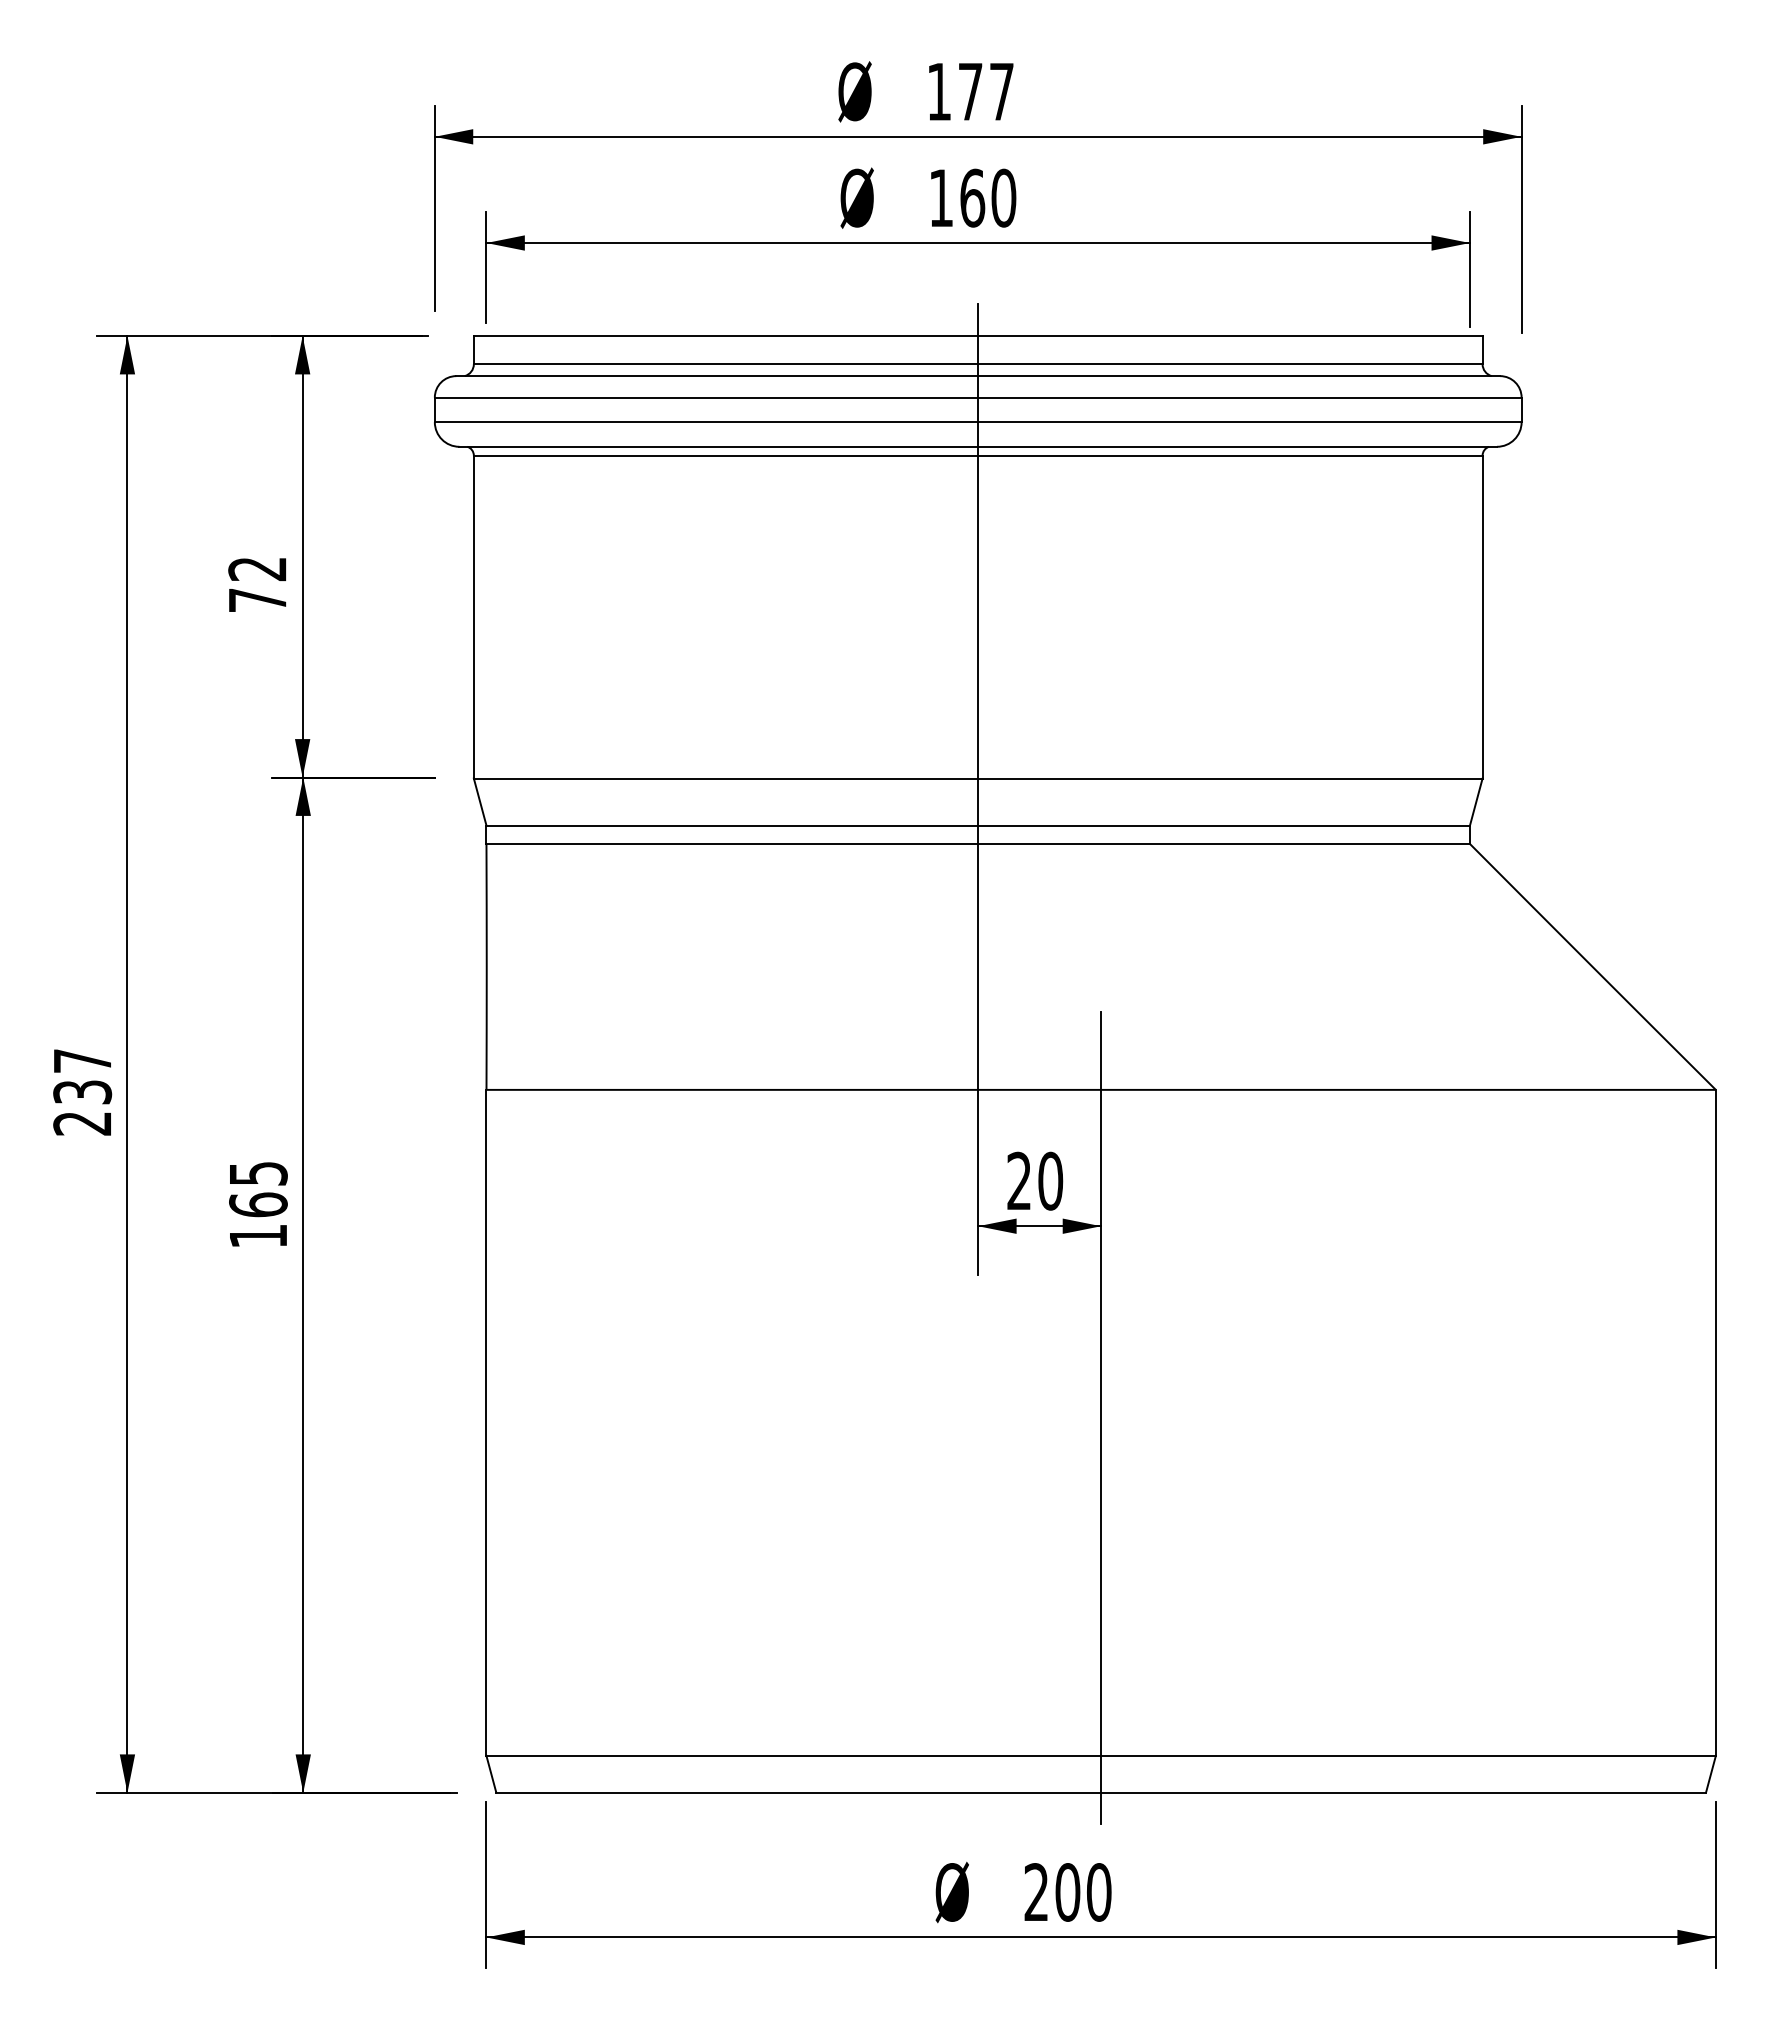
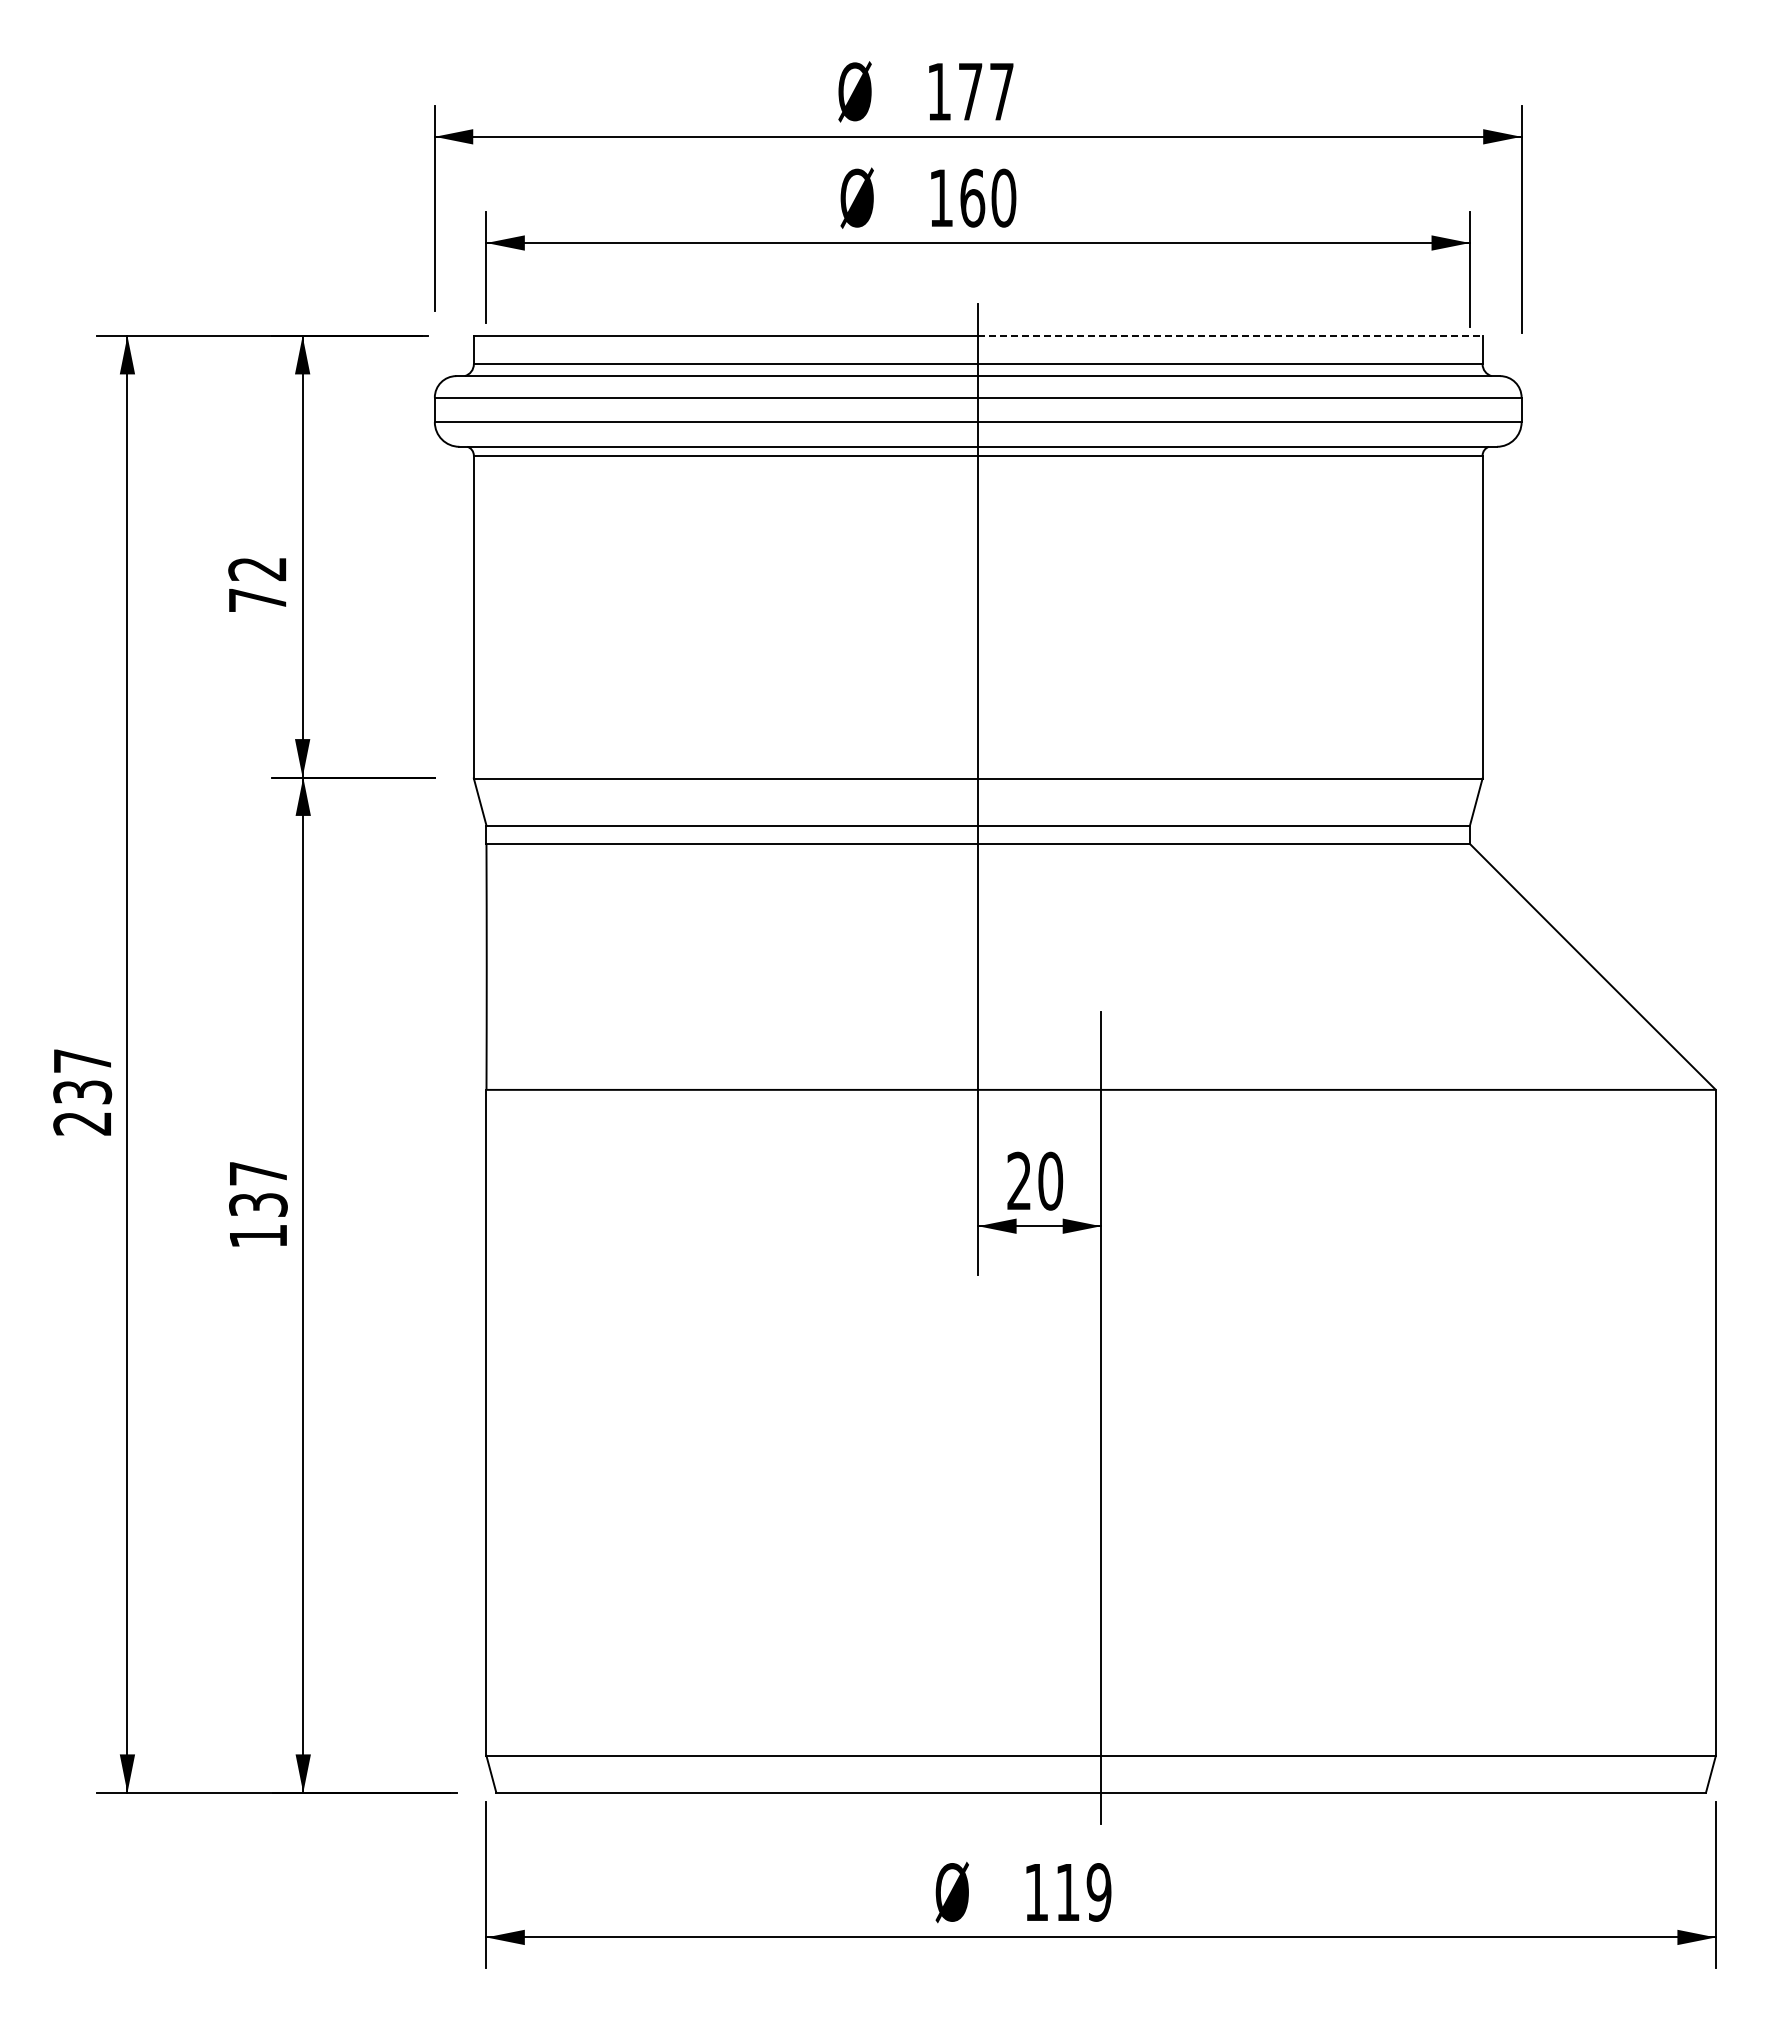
line at (1230, 335): solid -> dashed
text at (258, 1189): 165 -> 137
text at (1067, 1892): 200 -> 119
